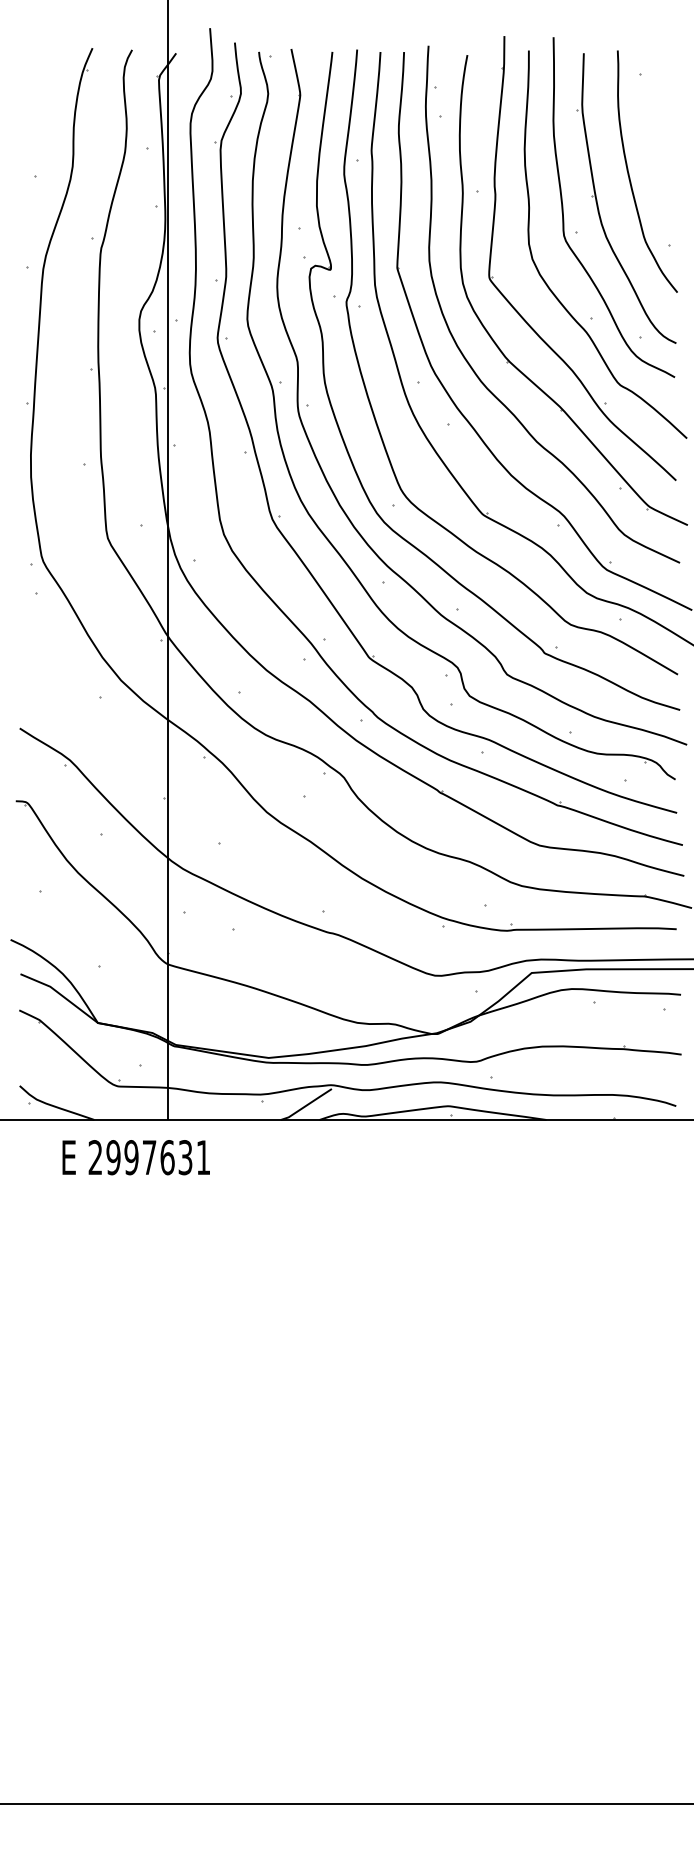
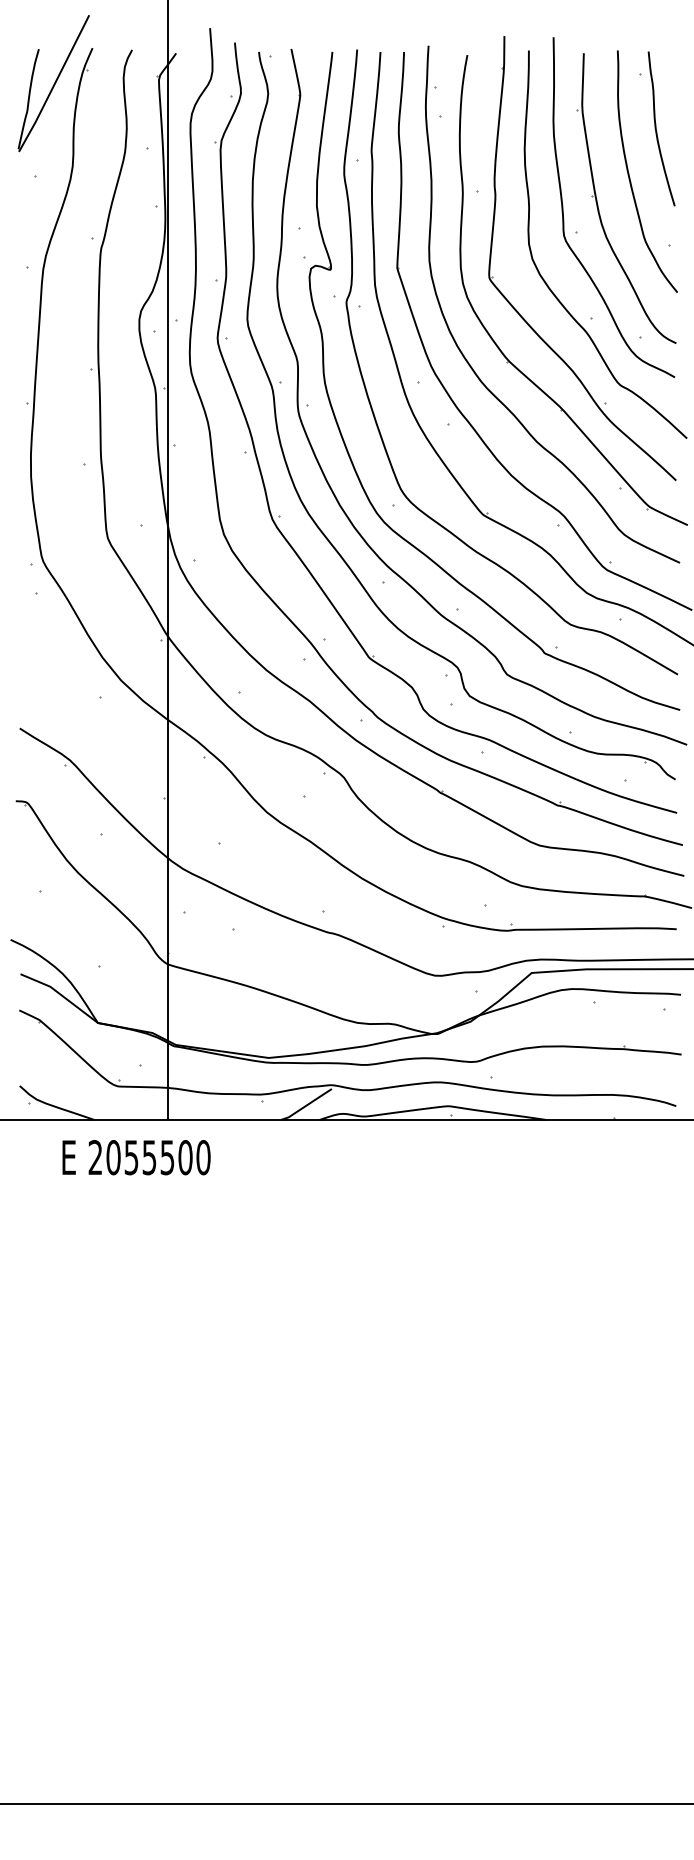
part at (53, 83): none -> present
curve at (656, 128): none -> present
text at (158, 1157): 2997631 -> 2055500
